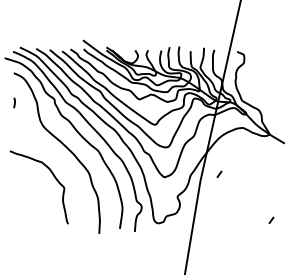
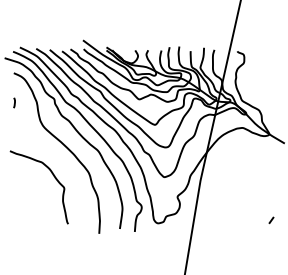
line at (219, 174): present -> none
